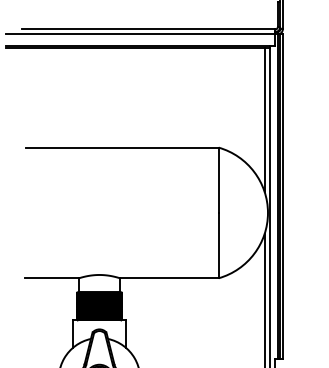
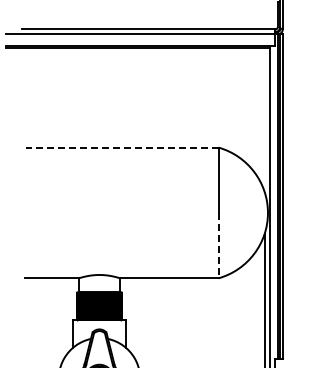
line at (264, 120): present -> none
line at (122, 147): solid -> dashed
line at (218, 245): solid -> dashed
